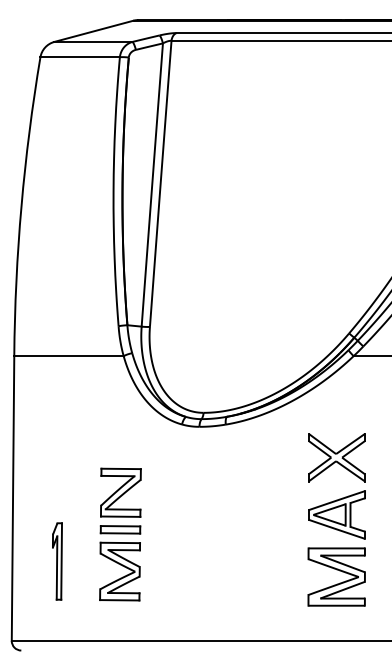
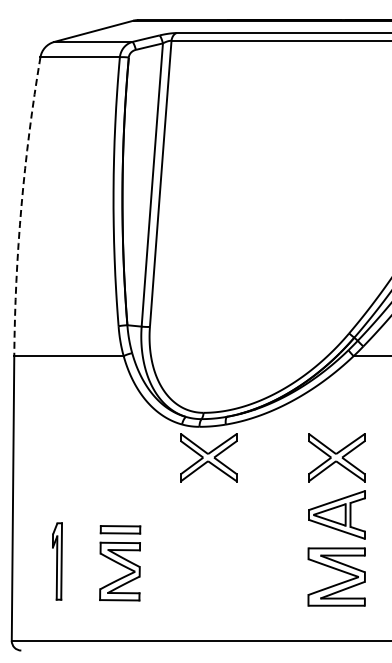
arc at (21, 206): solid -> dashed
part at (208, 457): none -> present
part at (120, 492): present -> none
